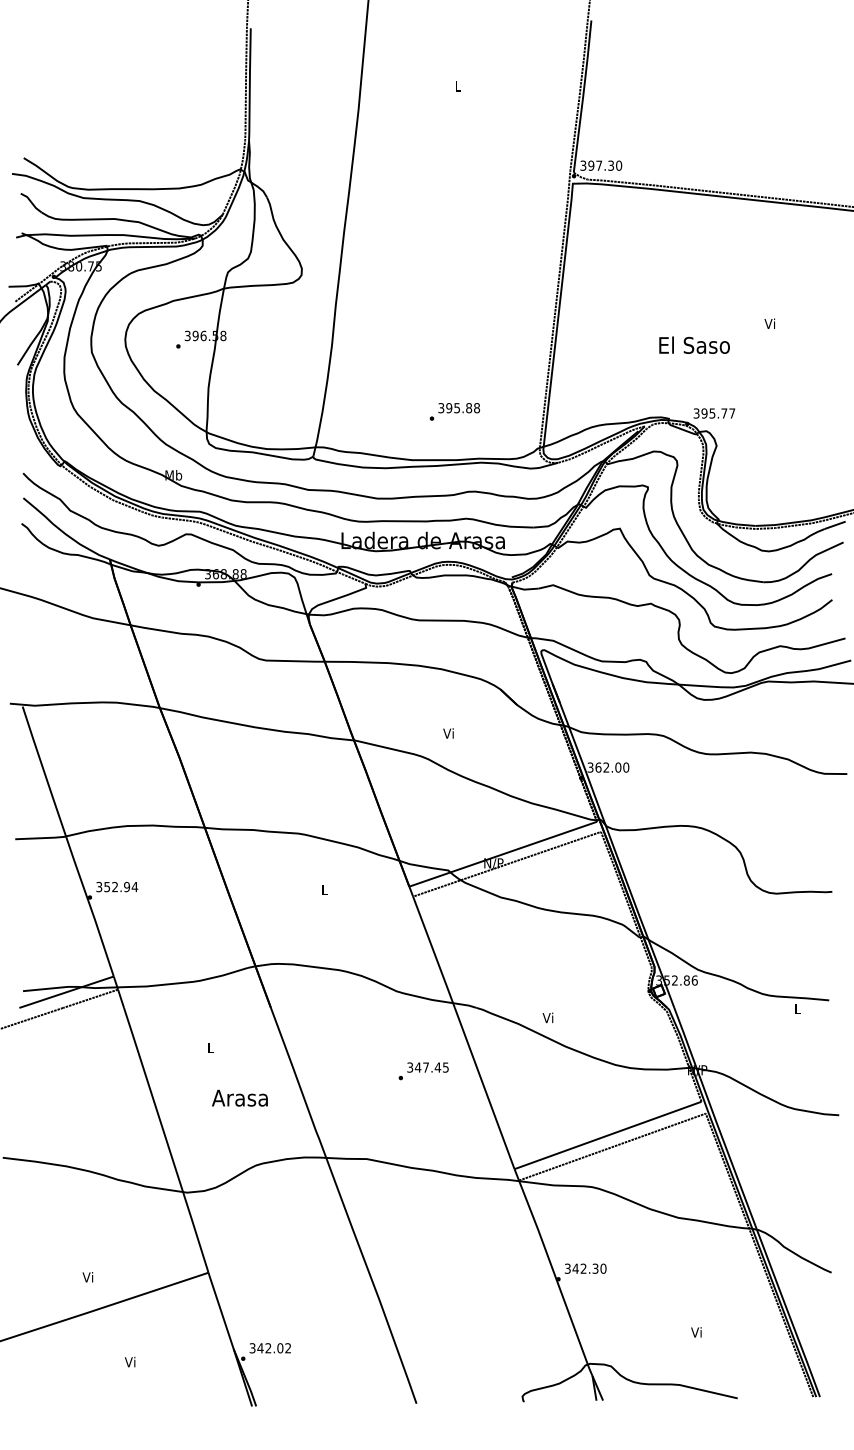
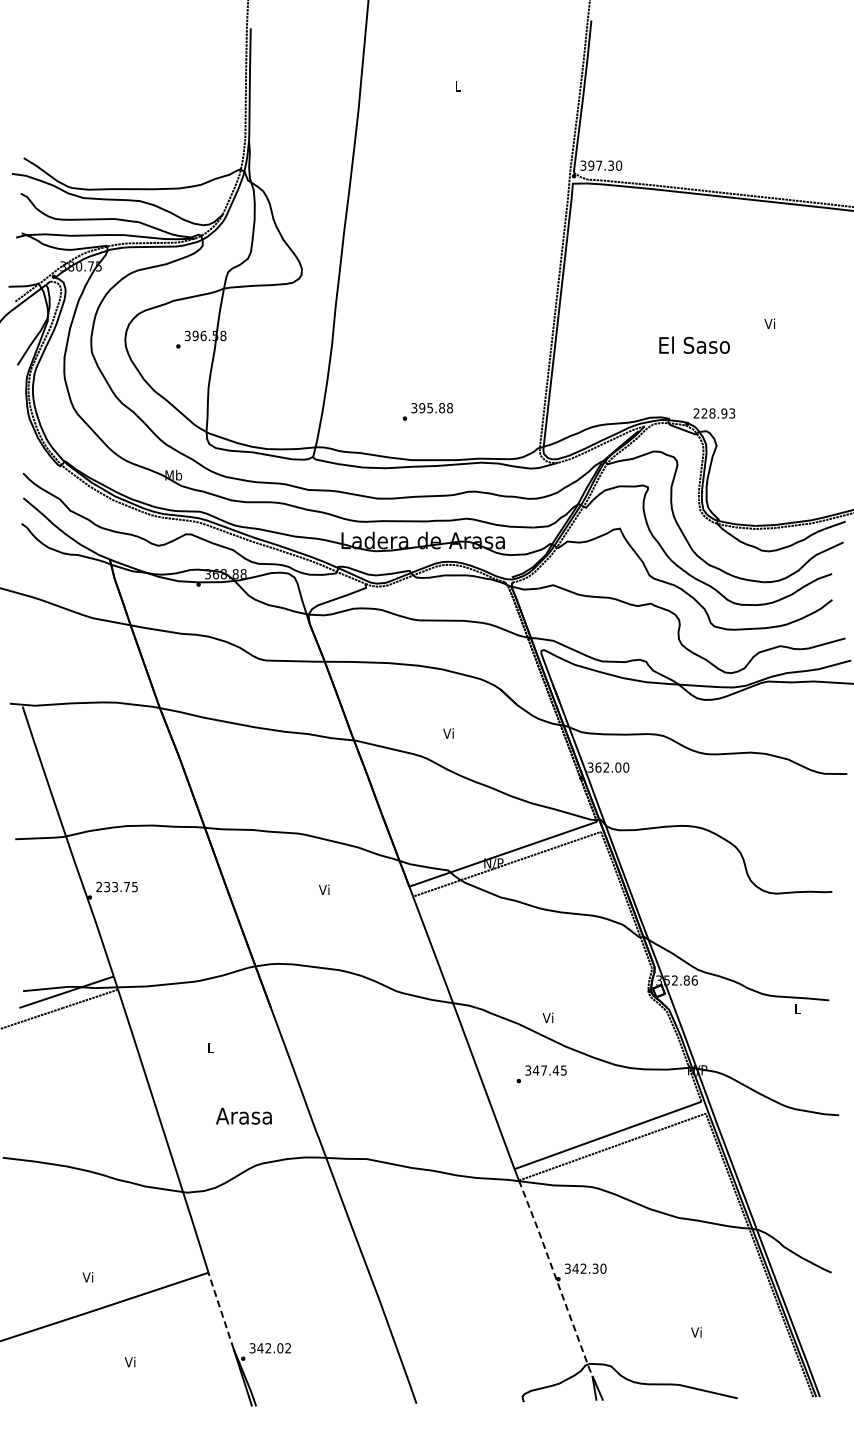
text at (454, 411) position: (454, 411) -> (427, 411)
text at (714, 413): 395.77 -> 228.93
text at (117, 886): 352.94 -> 233.75
text at (324, 889): L -> Vi
text at (423, 1071) position: (423, 1071) -> (541, 1074)
text at (239, 1097) position: (239, 1097) -> (243, 1115)
line at (556, 1279): solid -> dashed
line at (220, 1310): solid -> dashed
